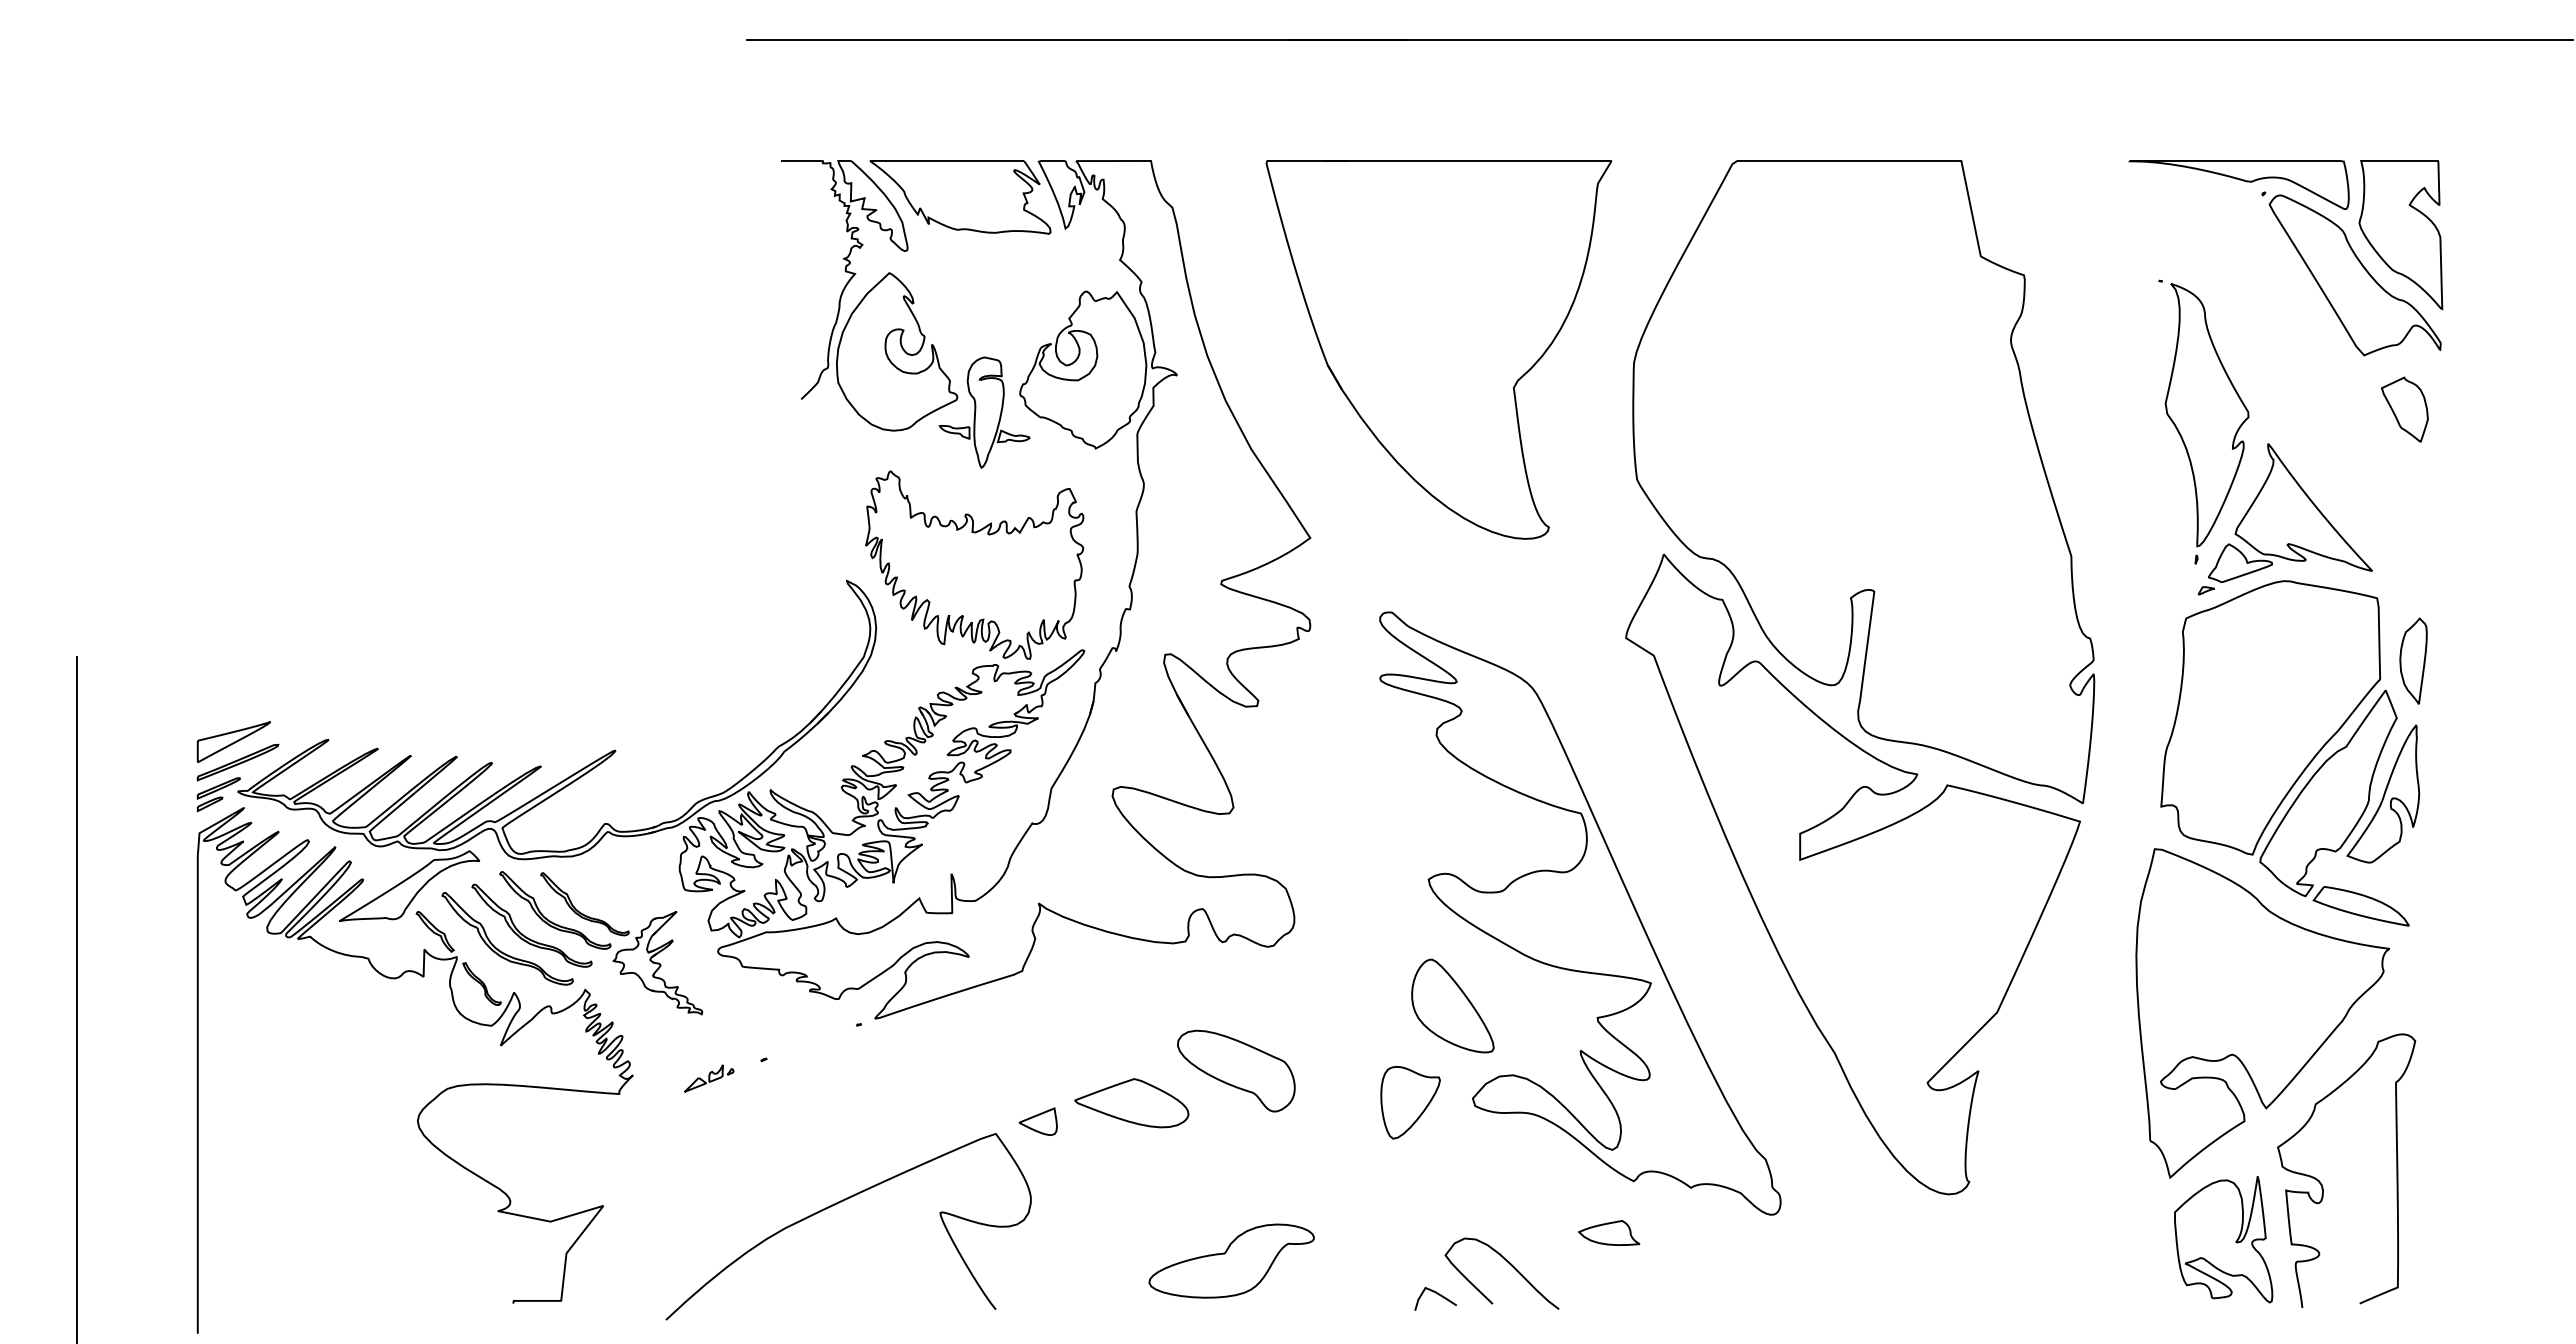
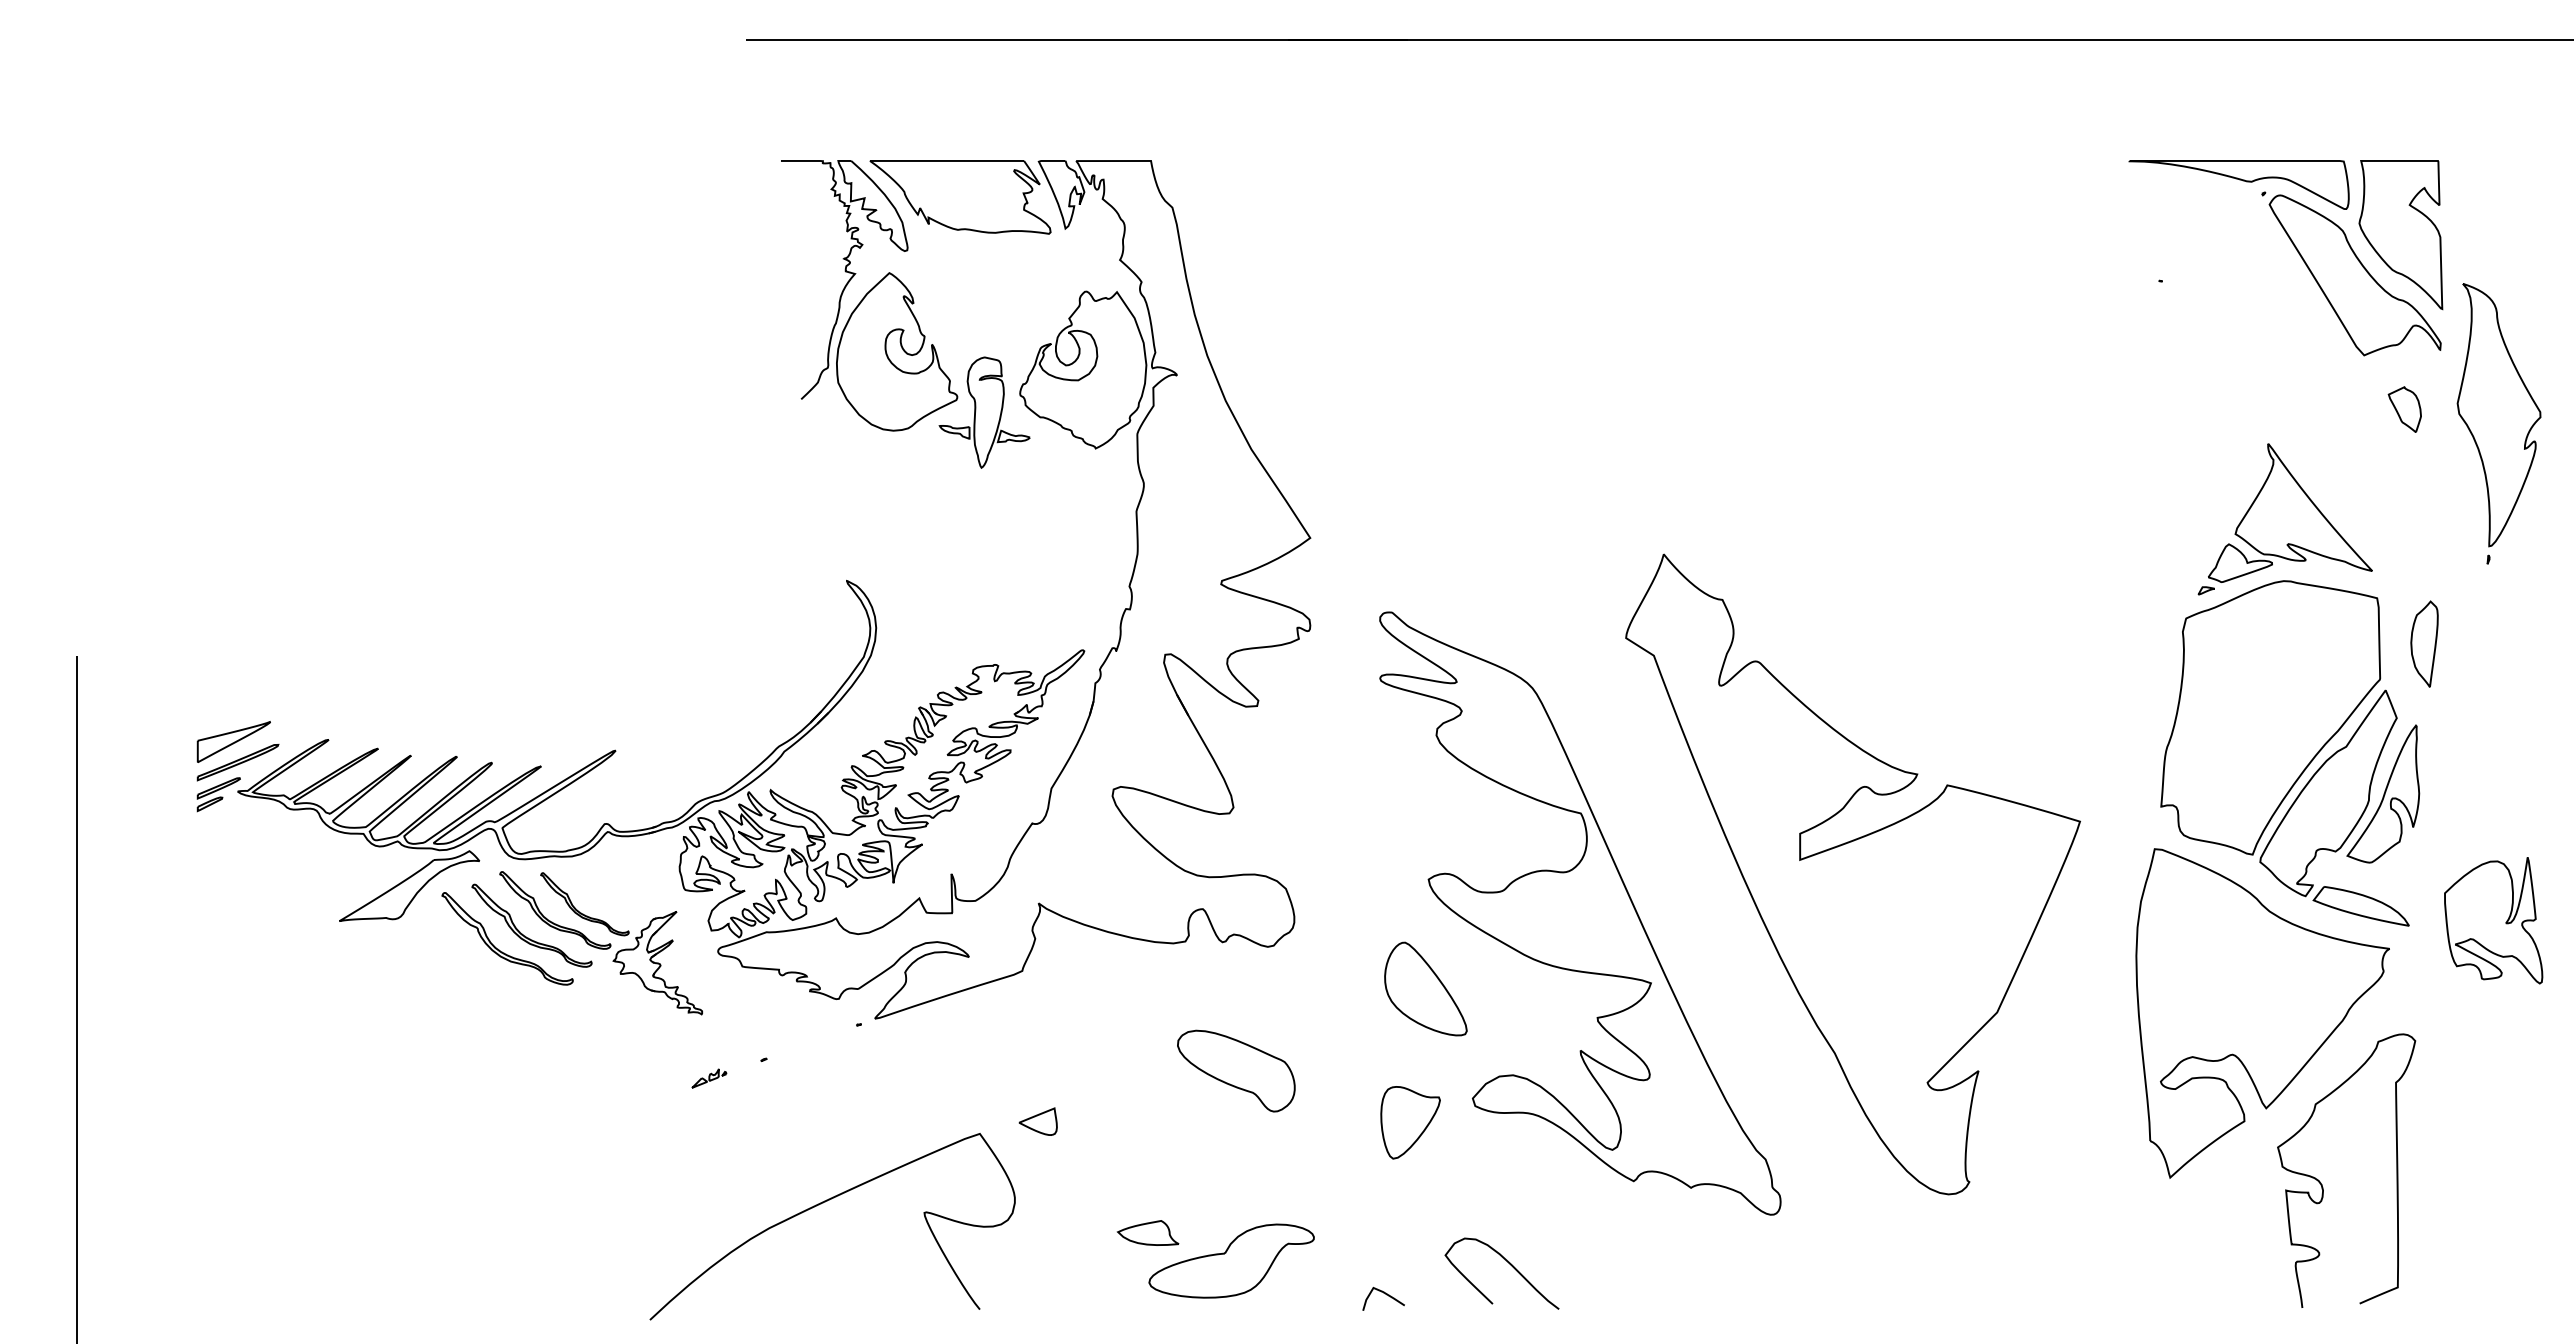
part at (1438, 349): present -> none
part at (2404, 409) size: 48x67 px -> 35x47 px
part at (2206, 423) position: (2206, 423) -> (2498, 423)
part at (1863, 482): present -> none
part at (974, 564): present -> none
part at (2413, 660) position: (2413, 660) -> (2424, 643)
part at (1452, 1005) position: (1452, 1005) -> (1425, 988)
part at (709, 1078) size: 51x29 px -> 37x21 px
part at (436, 1095): present -> none
part at (1410, 1102) position: (1410, 1102) -> (1410, 1122)
part at (1131, 1103): present -> none
curve at (837, 1204) position: (837, 1204) -> (821, 1204)
part at (1608, 1232) position: (1608, 1232) -> (1147, 1232)
part at (2223, 1239) position: (2223, 1239) -> (2493, 920)
curve at (1438, 1295) position: (1438, 1295) -> (1386, 1295)
